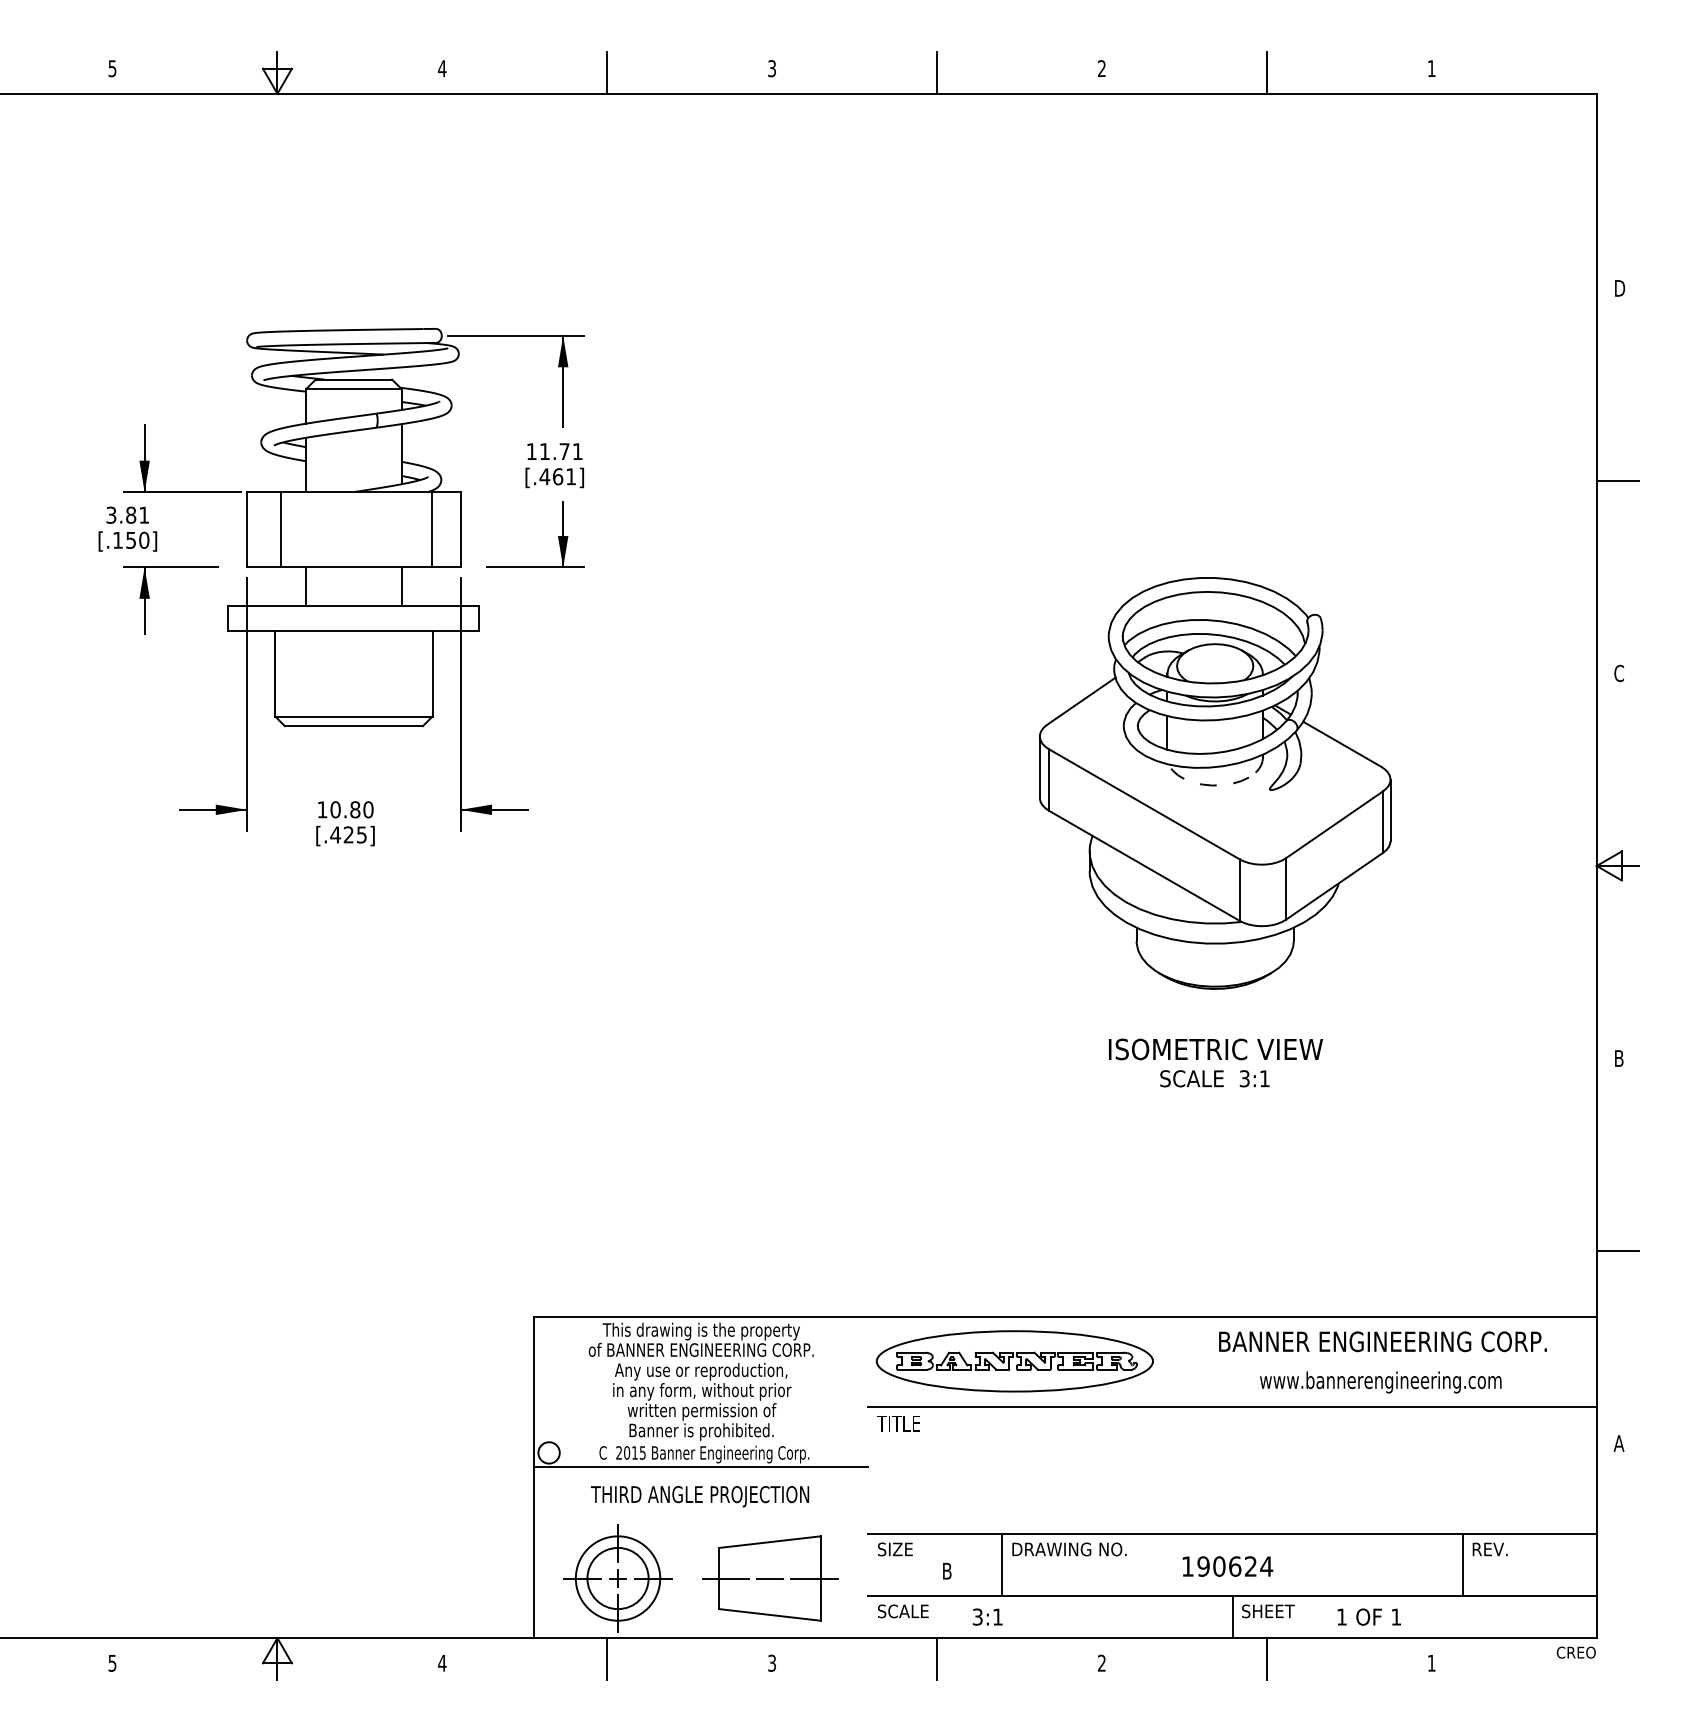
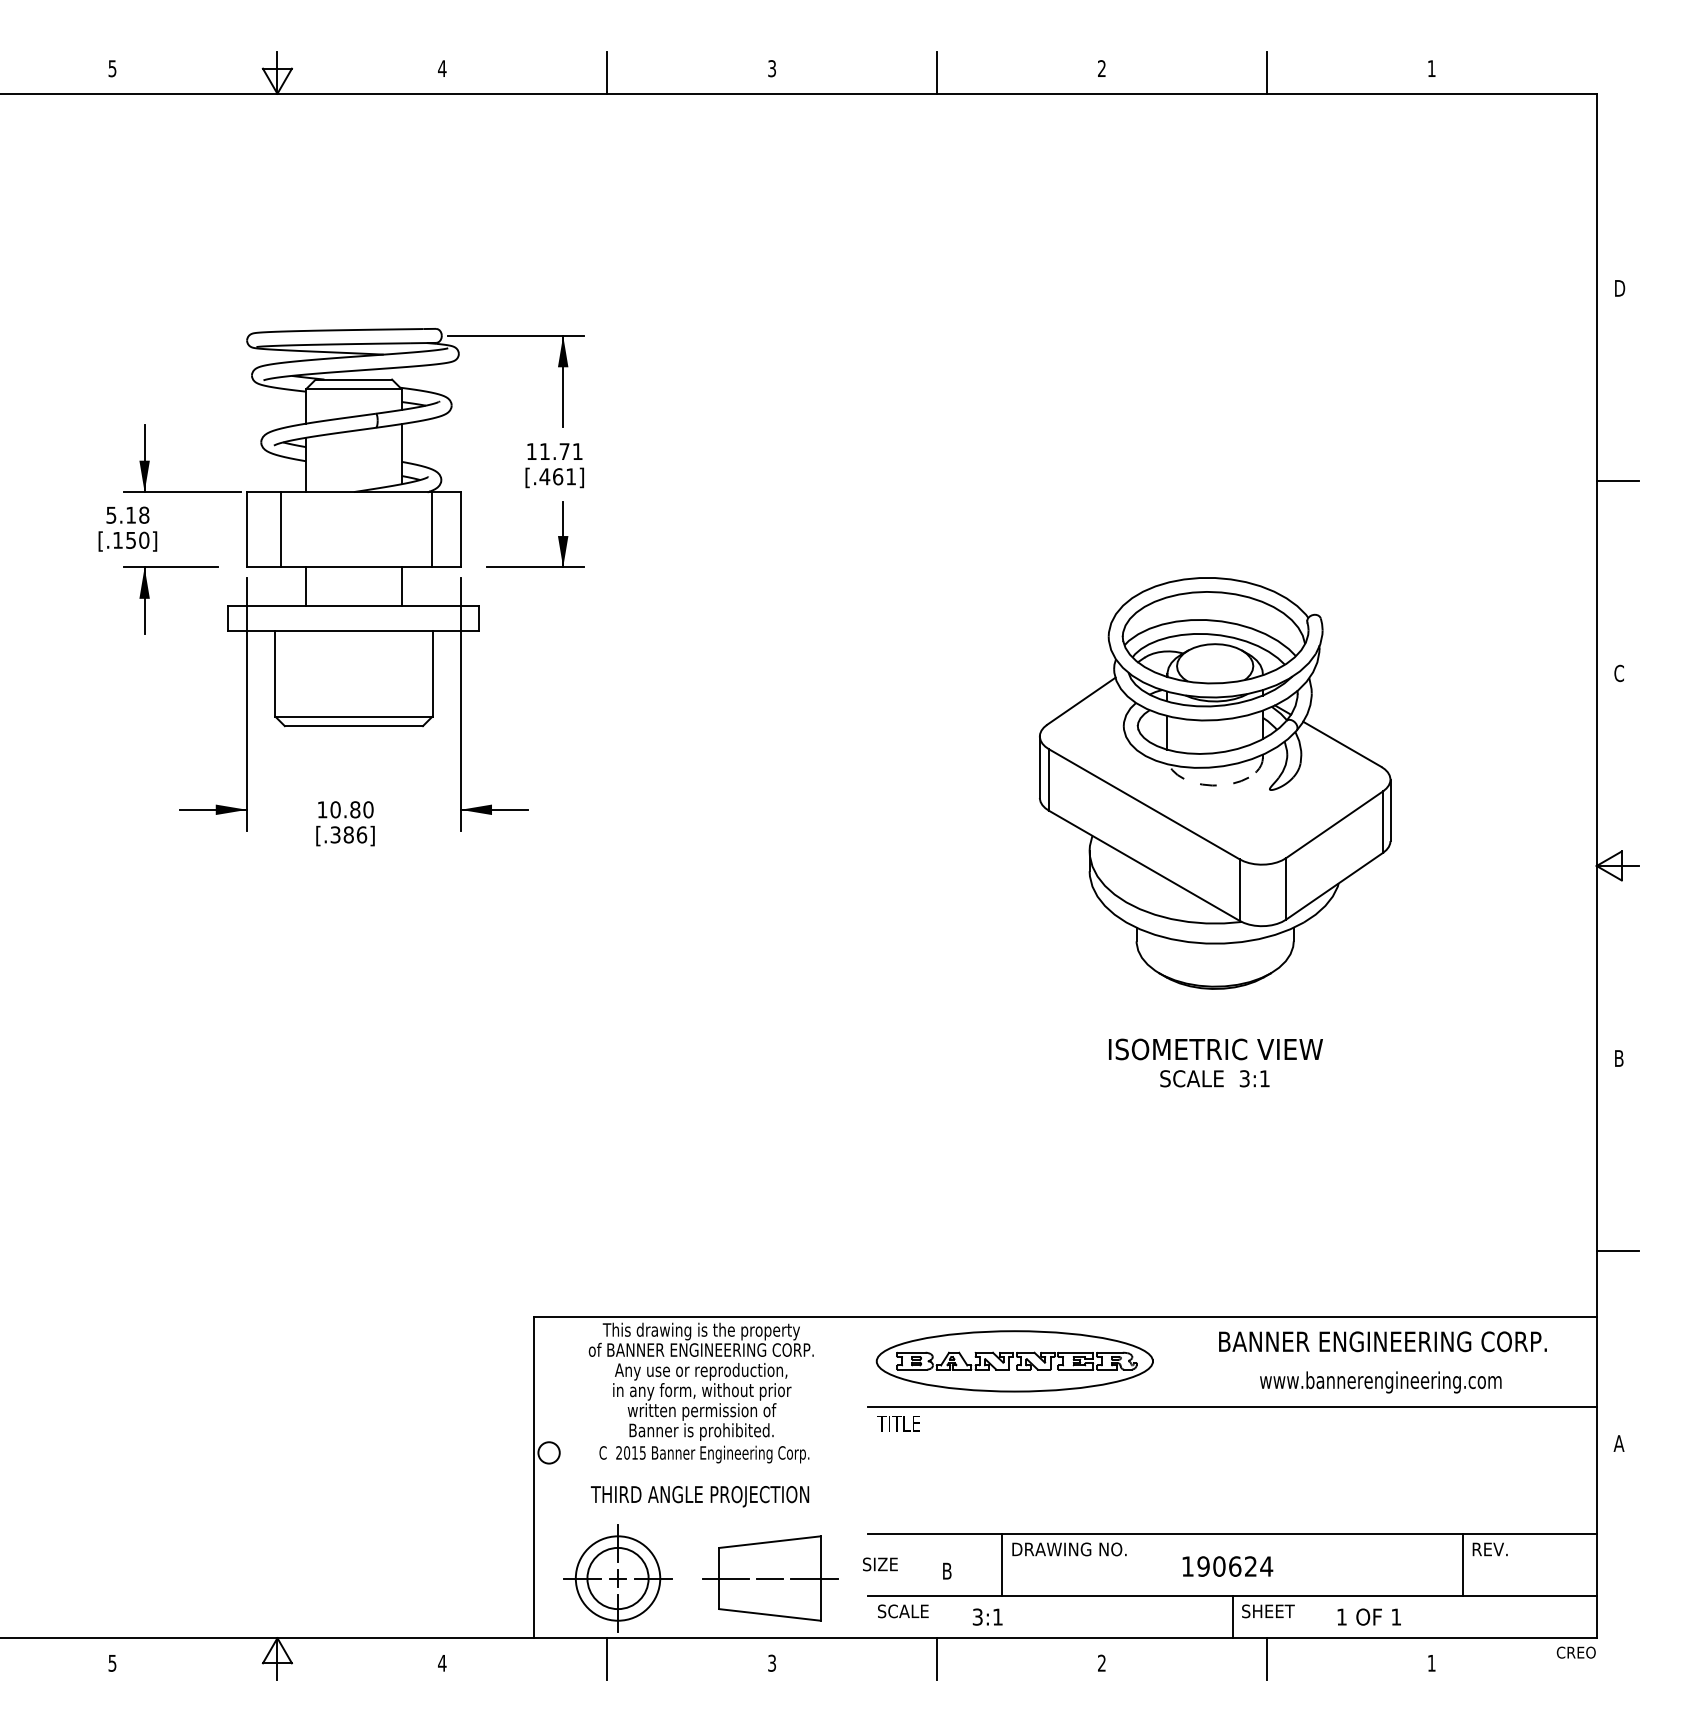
text at (128, 514): 3.81 -> 5.18
text at (348, 834): [.425] -> [.386]
line at (700, 1467): present -> none
text at (895, 1549) position: (895, 1549) -> (880, 1564)
